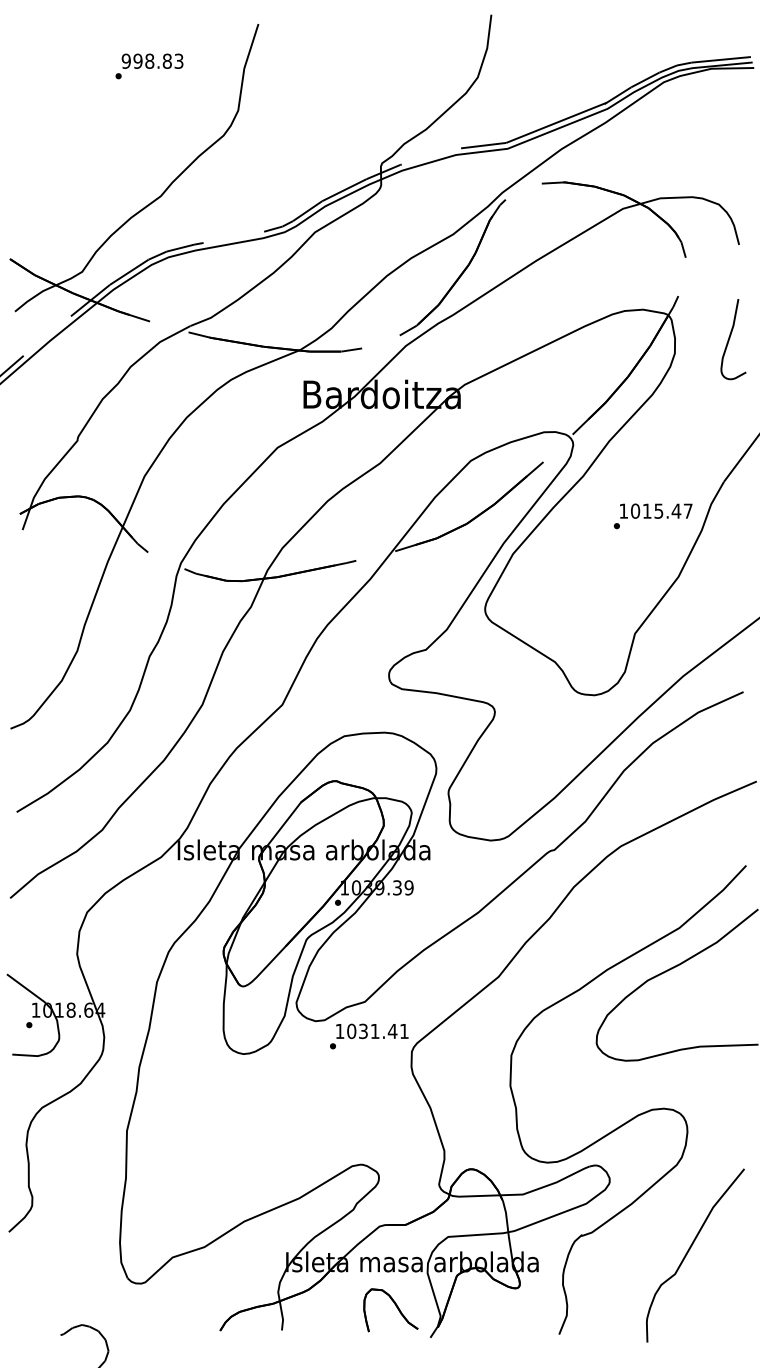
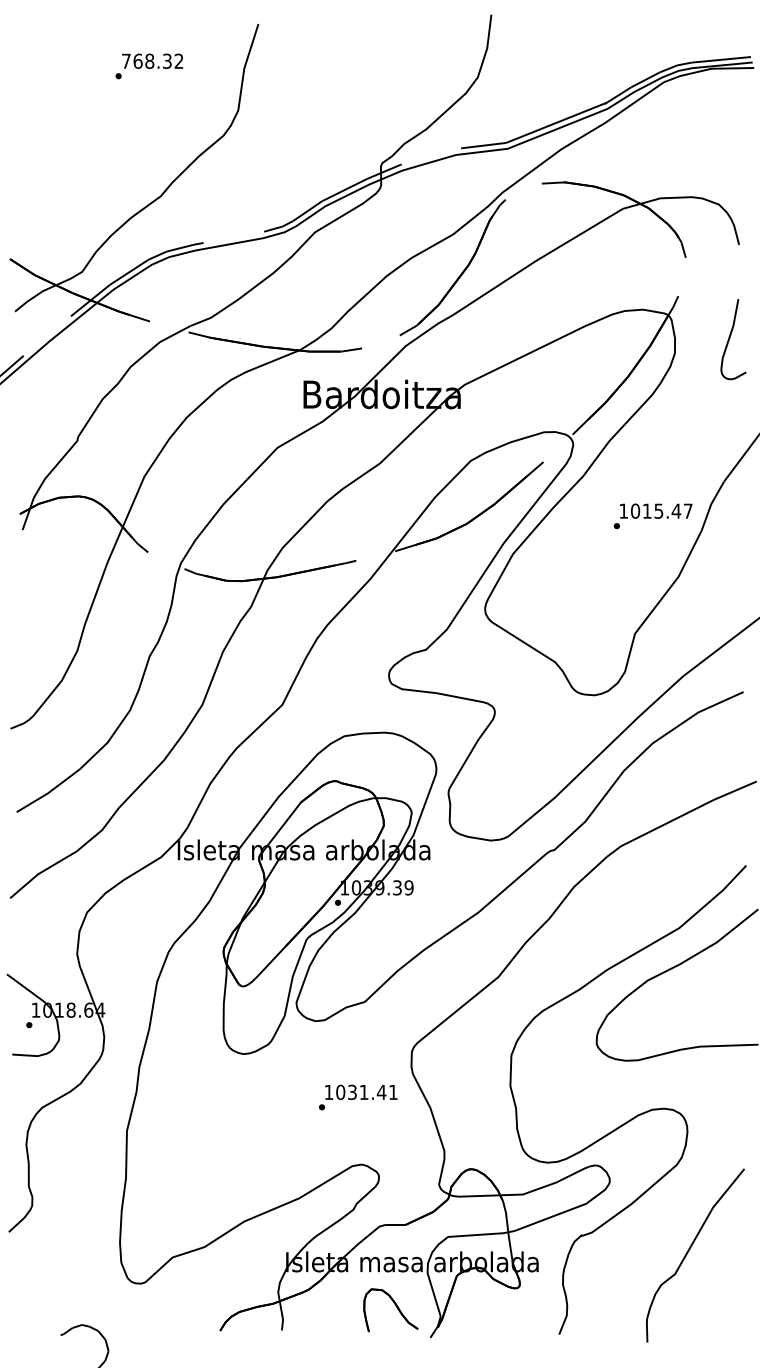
text at (152, 60): 998.83 -> 768.32
text at (369, 1036) position: (369, 1036) -> (358, 1097)
